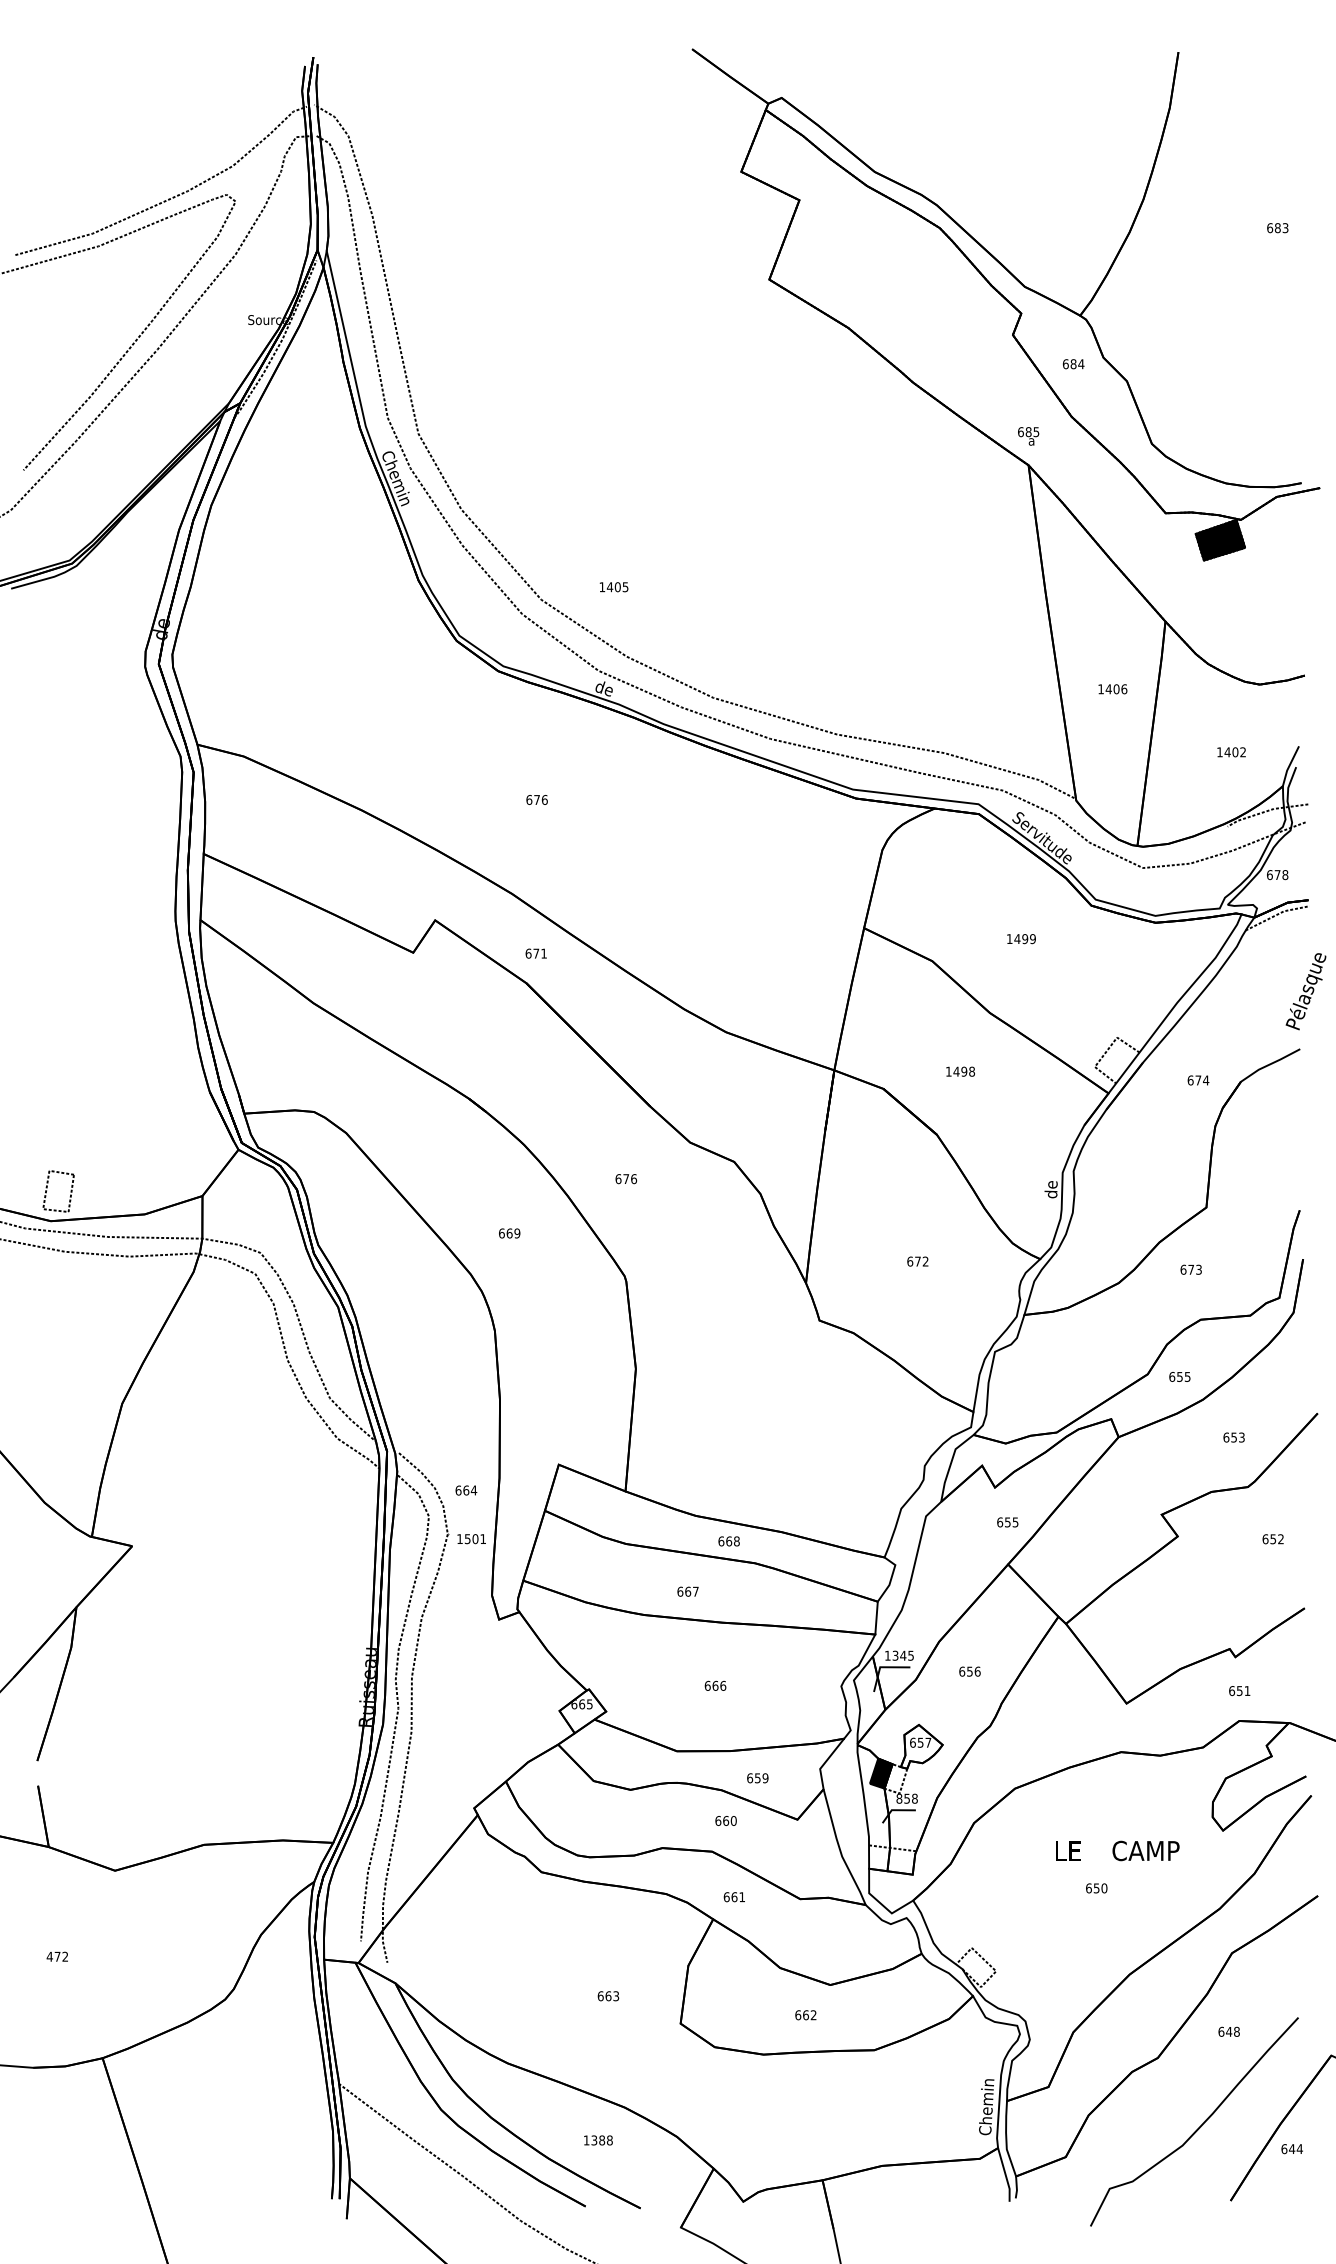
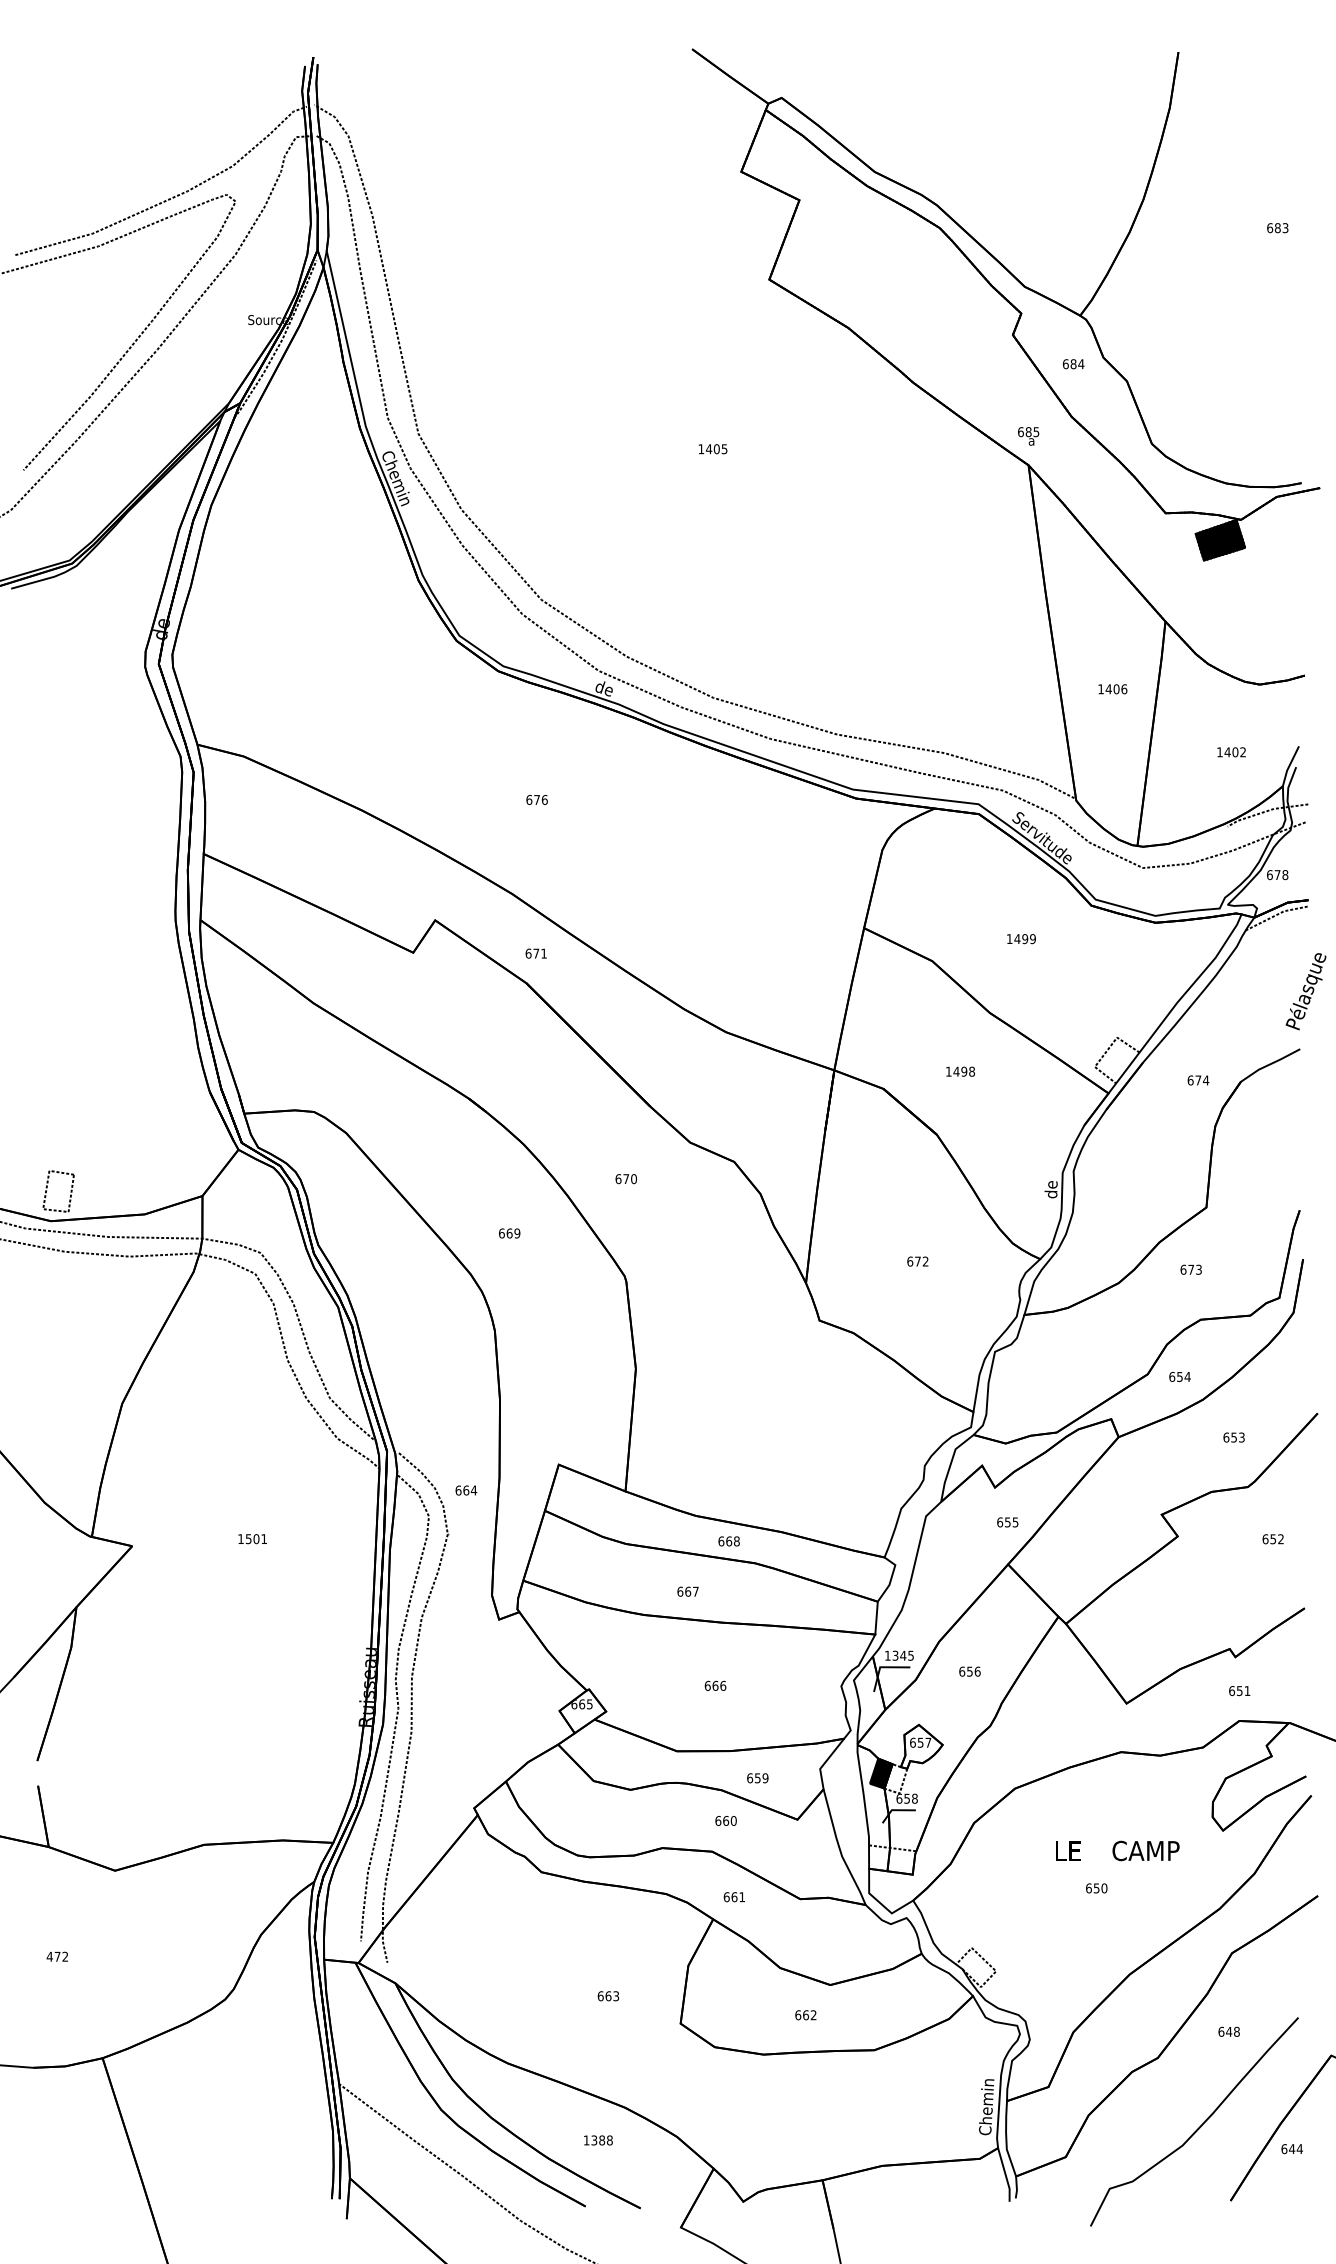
text at (613, 587) position: (613, 587) -> (712, 449)
text at (634, 1178): 676 -> 670
text at (1187, 1376): 655 -> 654
text at (471, 1539) position: (471, 1539) -> (252, 1539)
text at (899, 1798): 858 -> 658
